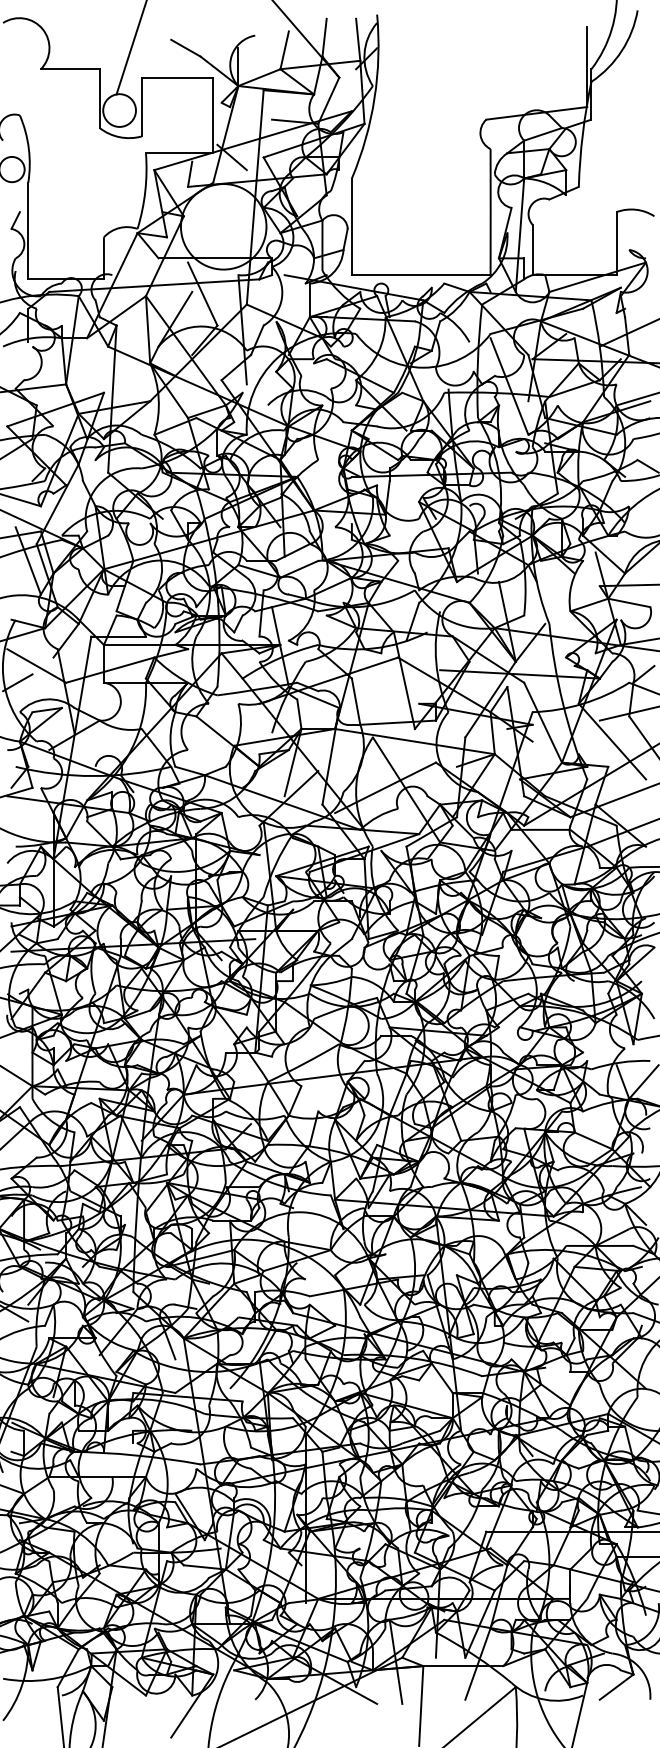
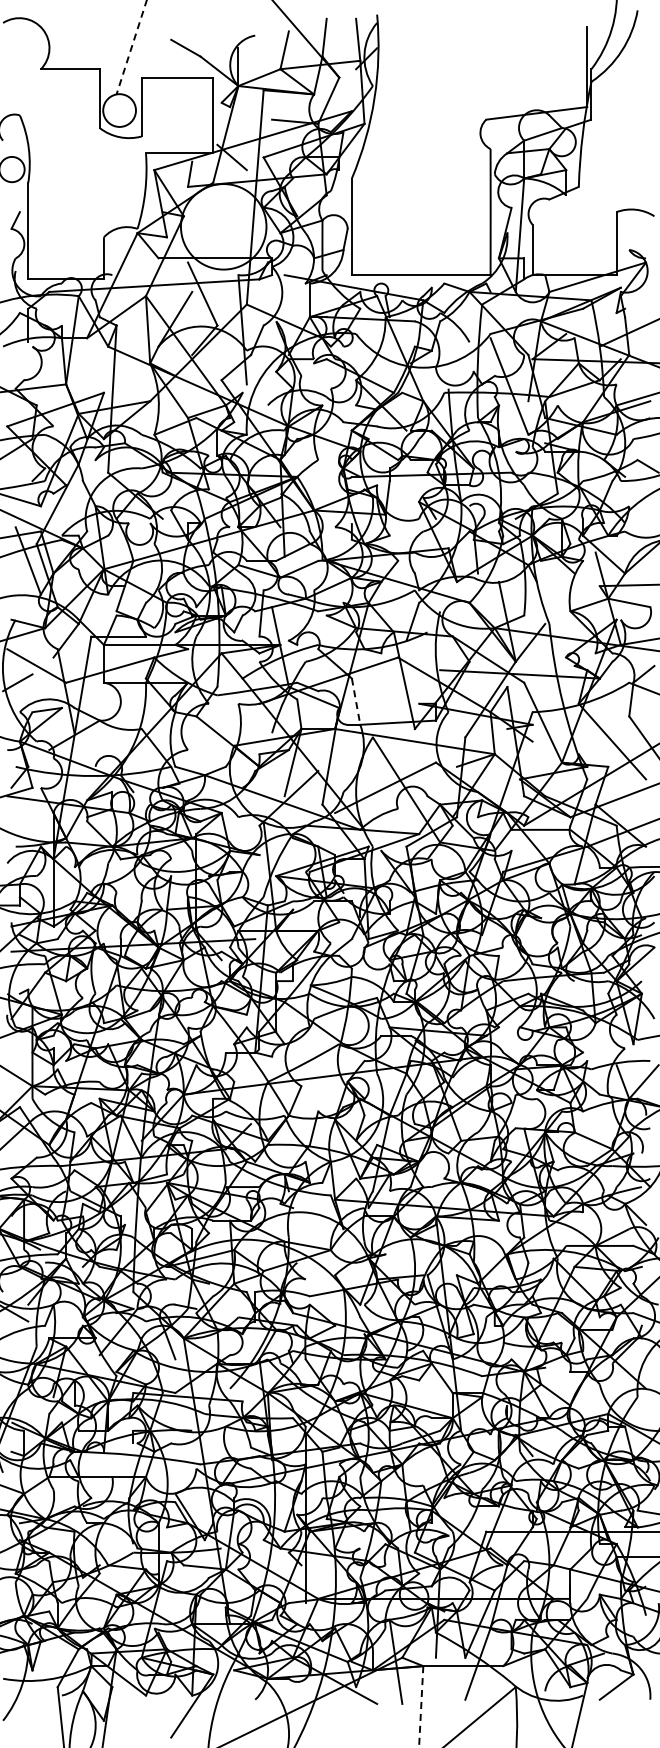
line at (131, 47): solid -> dashed
line at (356, 702): solid -> dashed
line at (627, 713): present -> none
line at (421, 1706): solid -> dashed
